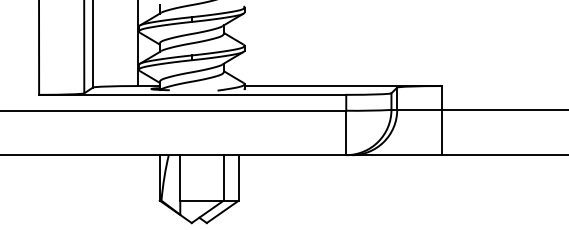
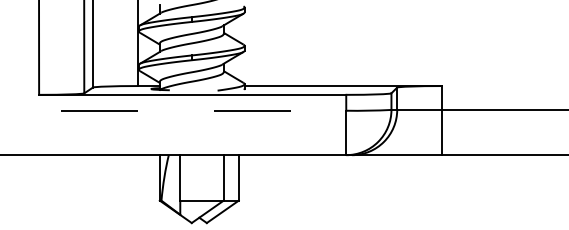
line at (173, 110): solid -> dashed
